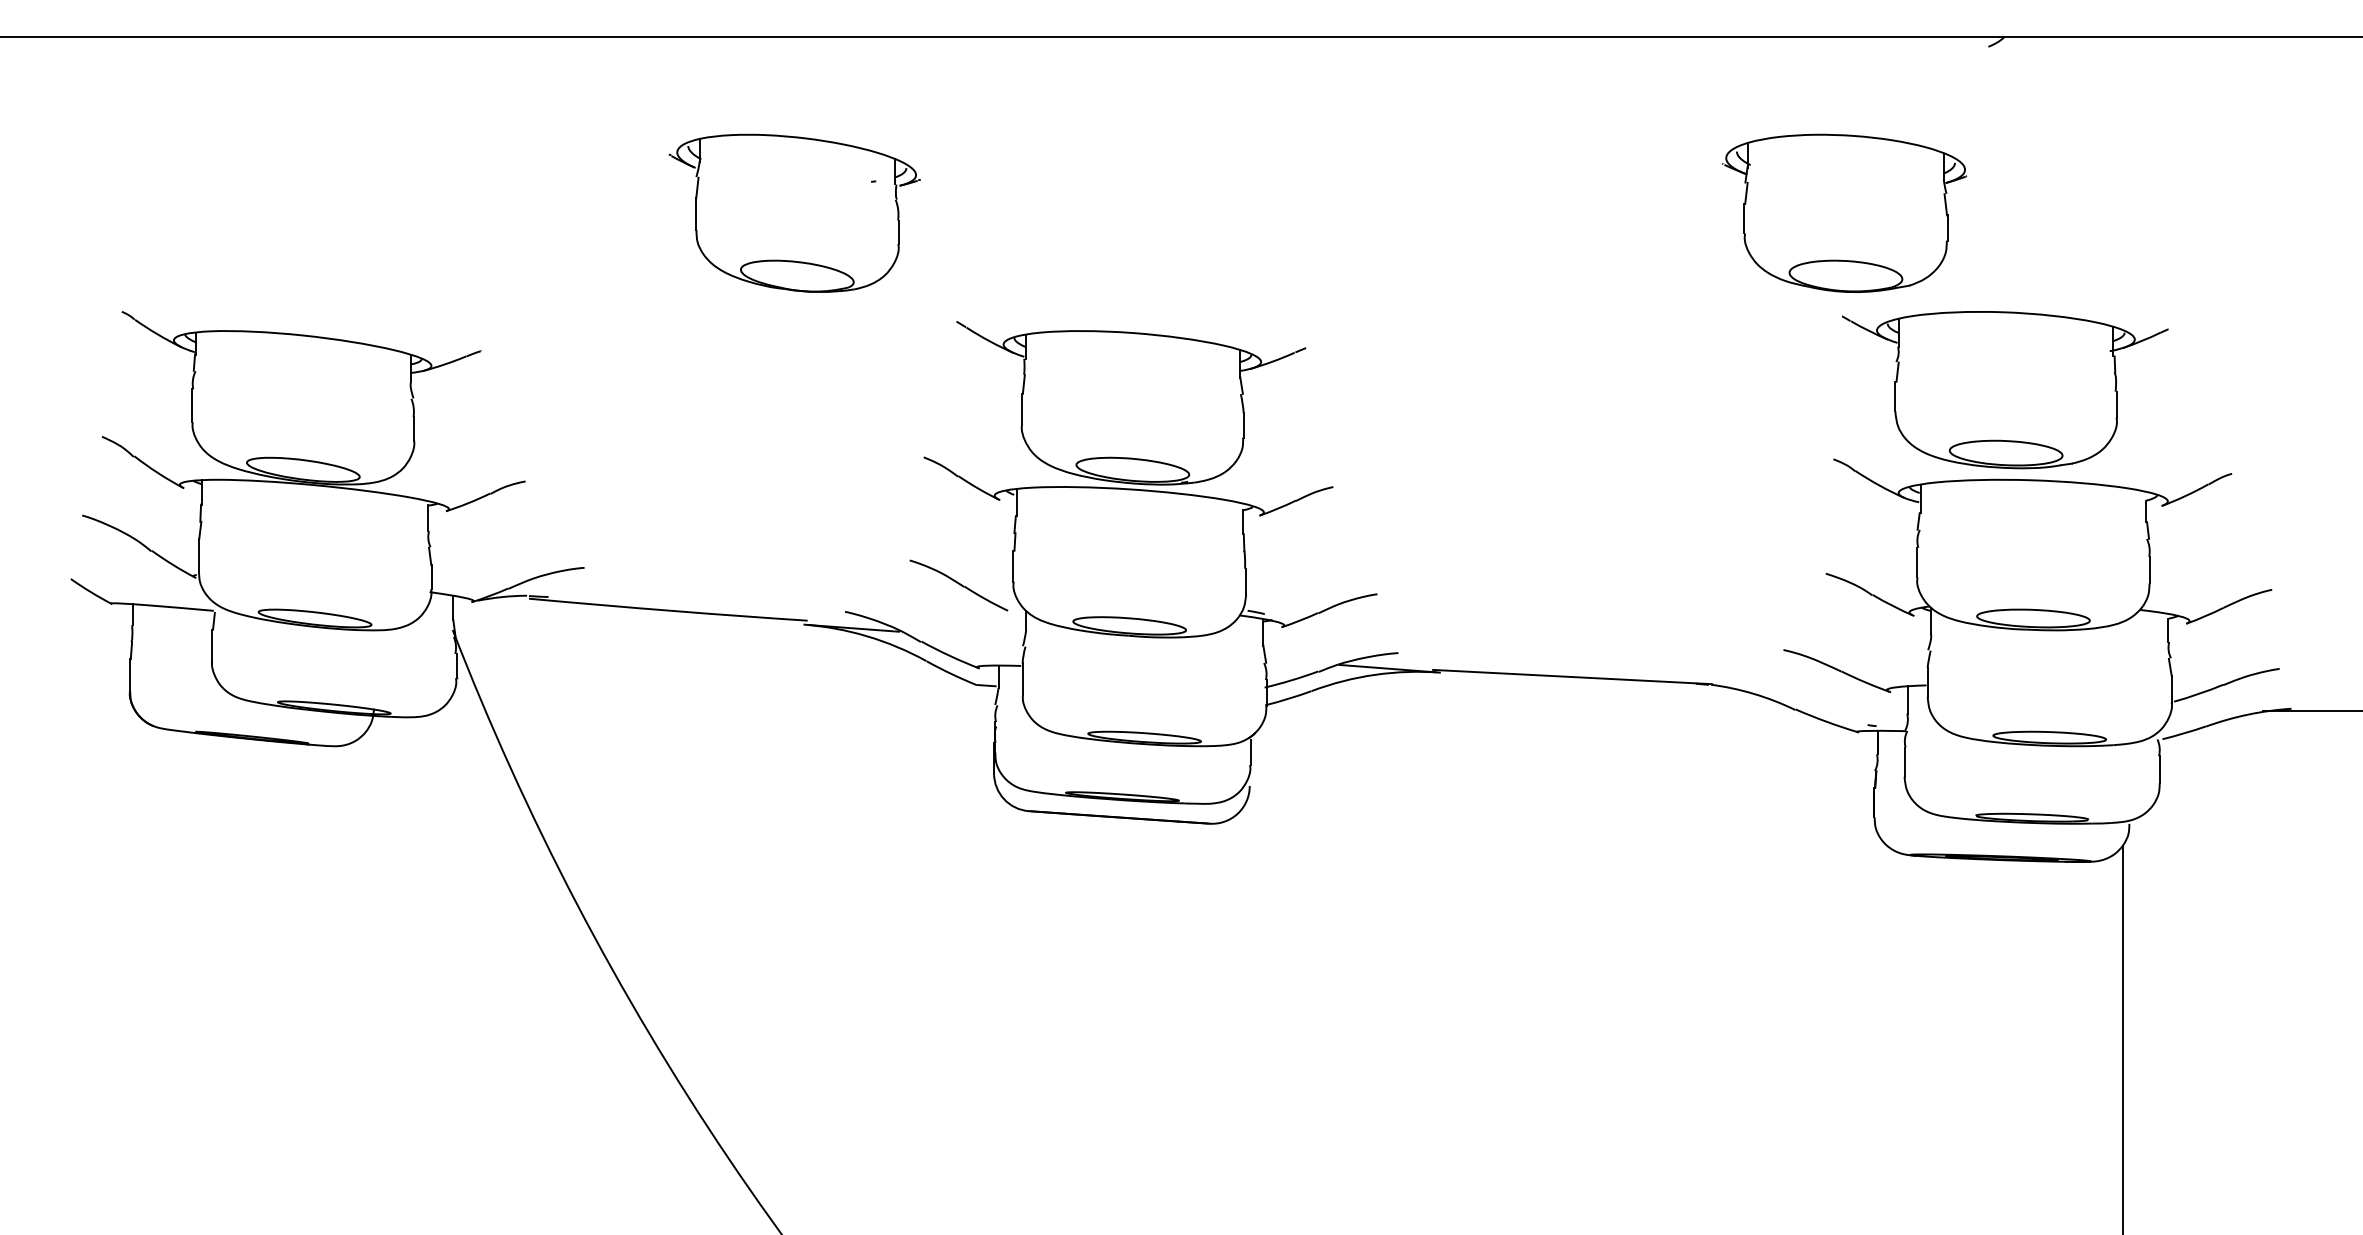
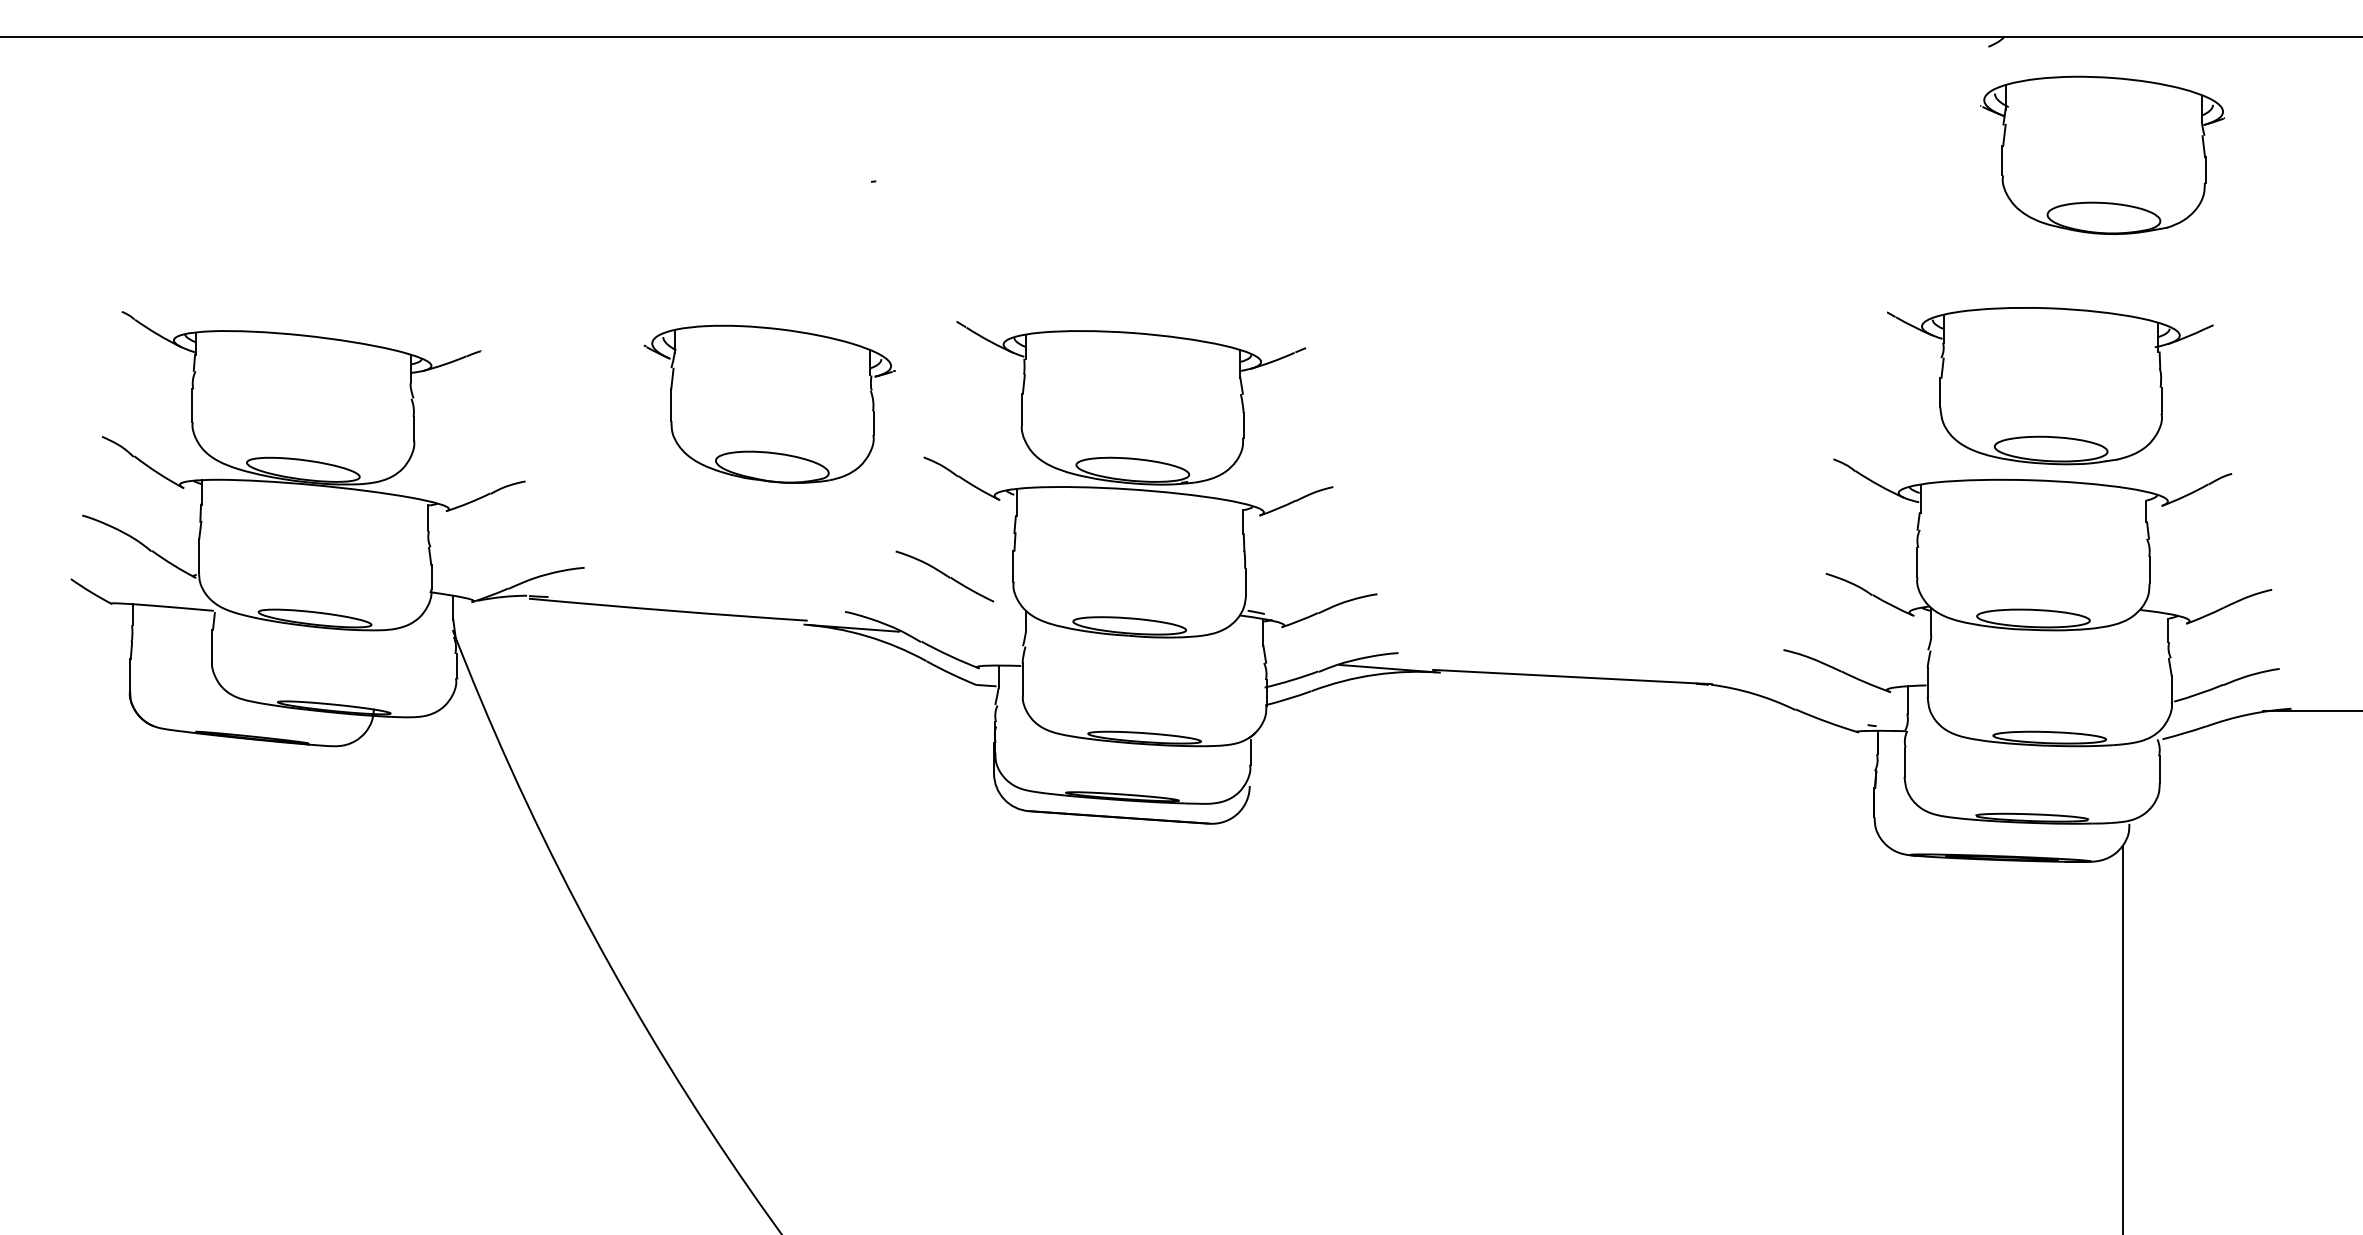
part at (794, 212) position: (794, 212) -> (769, 403)
part at (1844, 212) position: (1844, 212) -> (2102, 154)
part at (2005, 390) position: (2005, 390) -> (2050, 386)
part at (958, 585) position: (958, 585) -> (944, 576)
